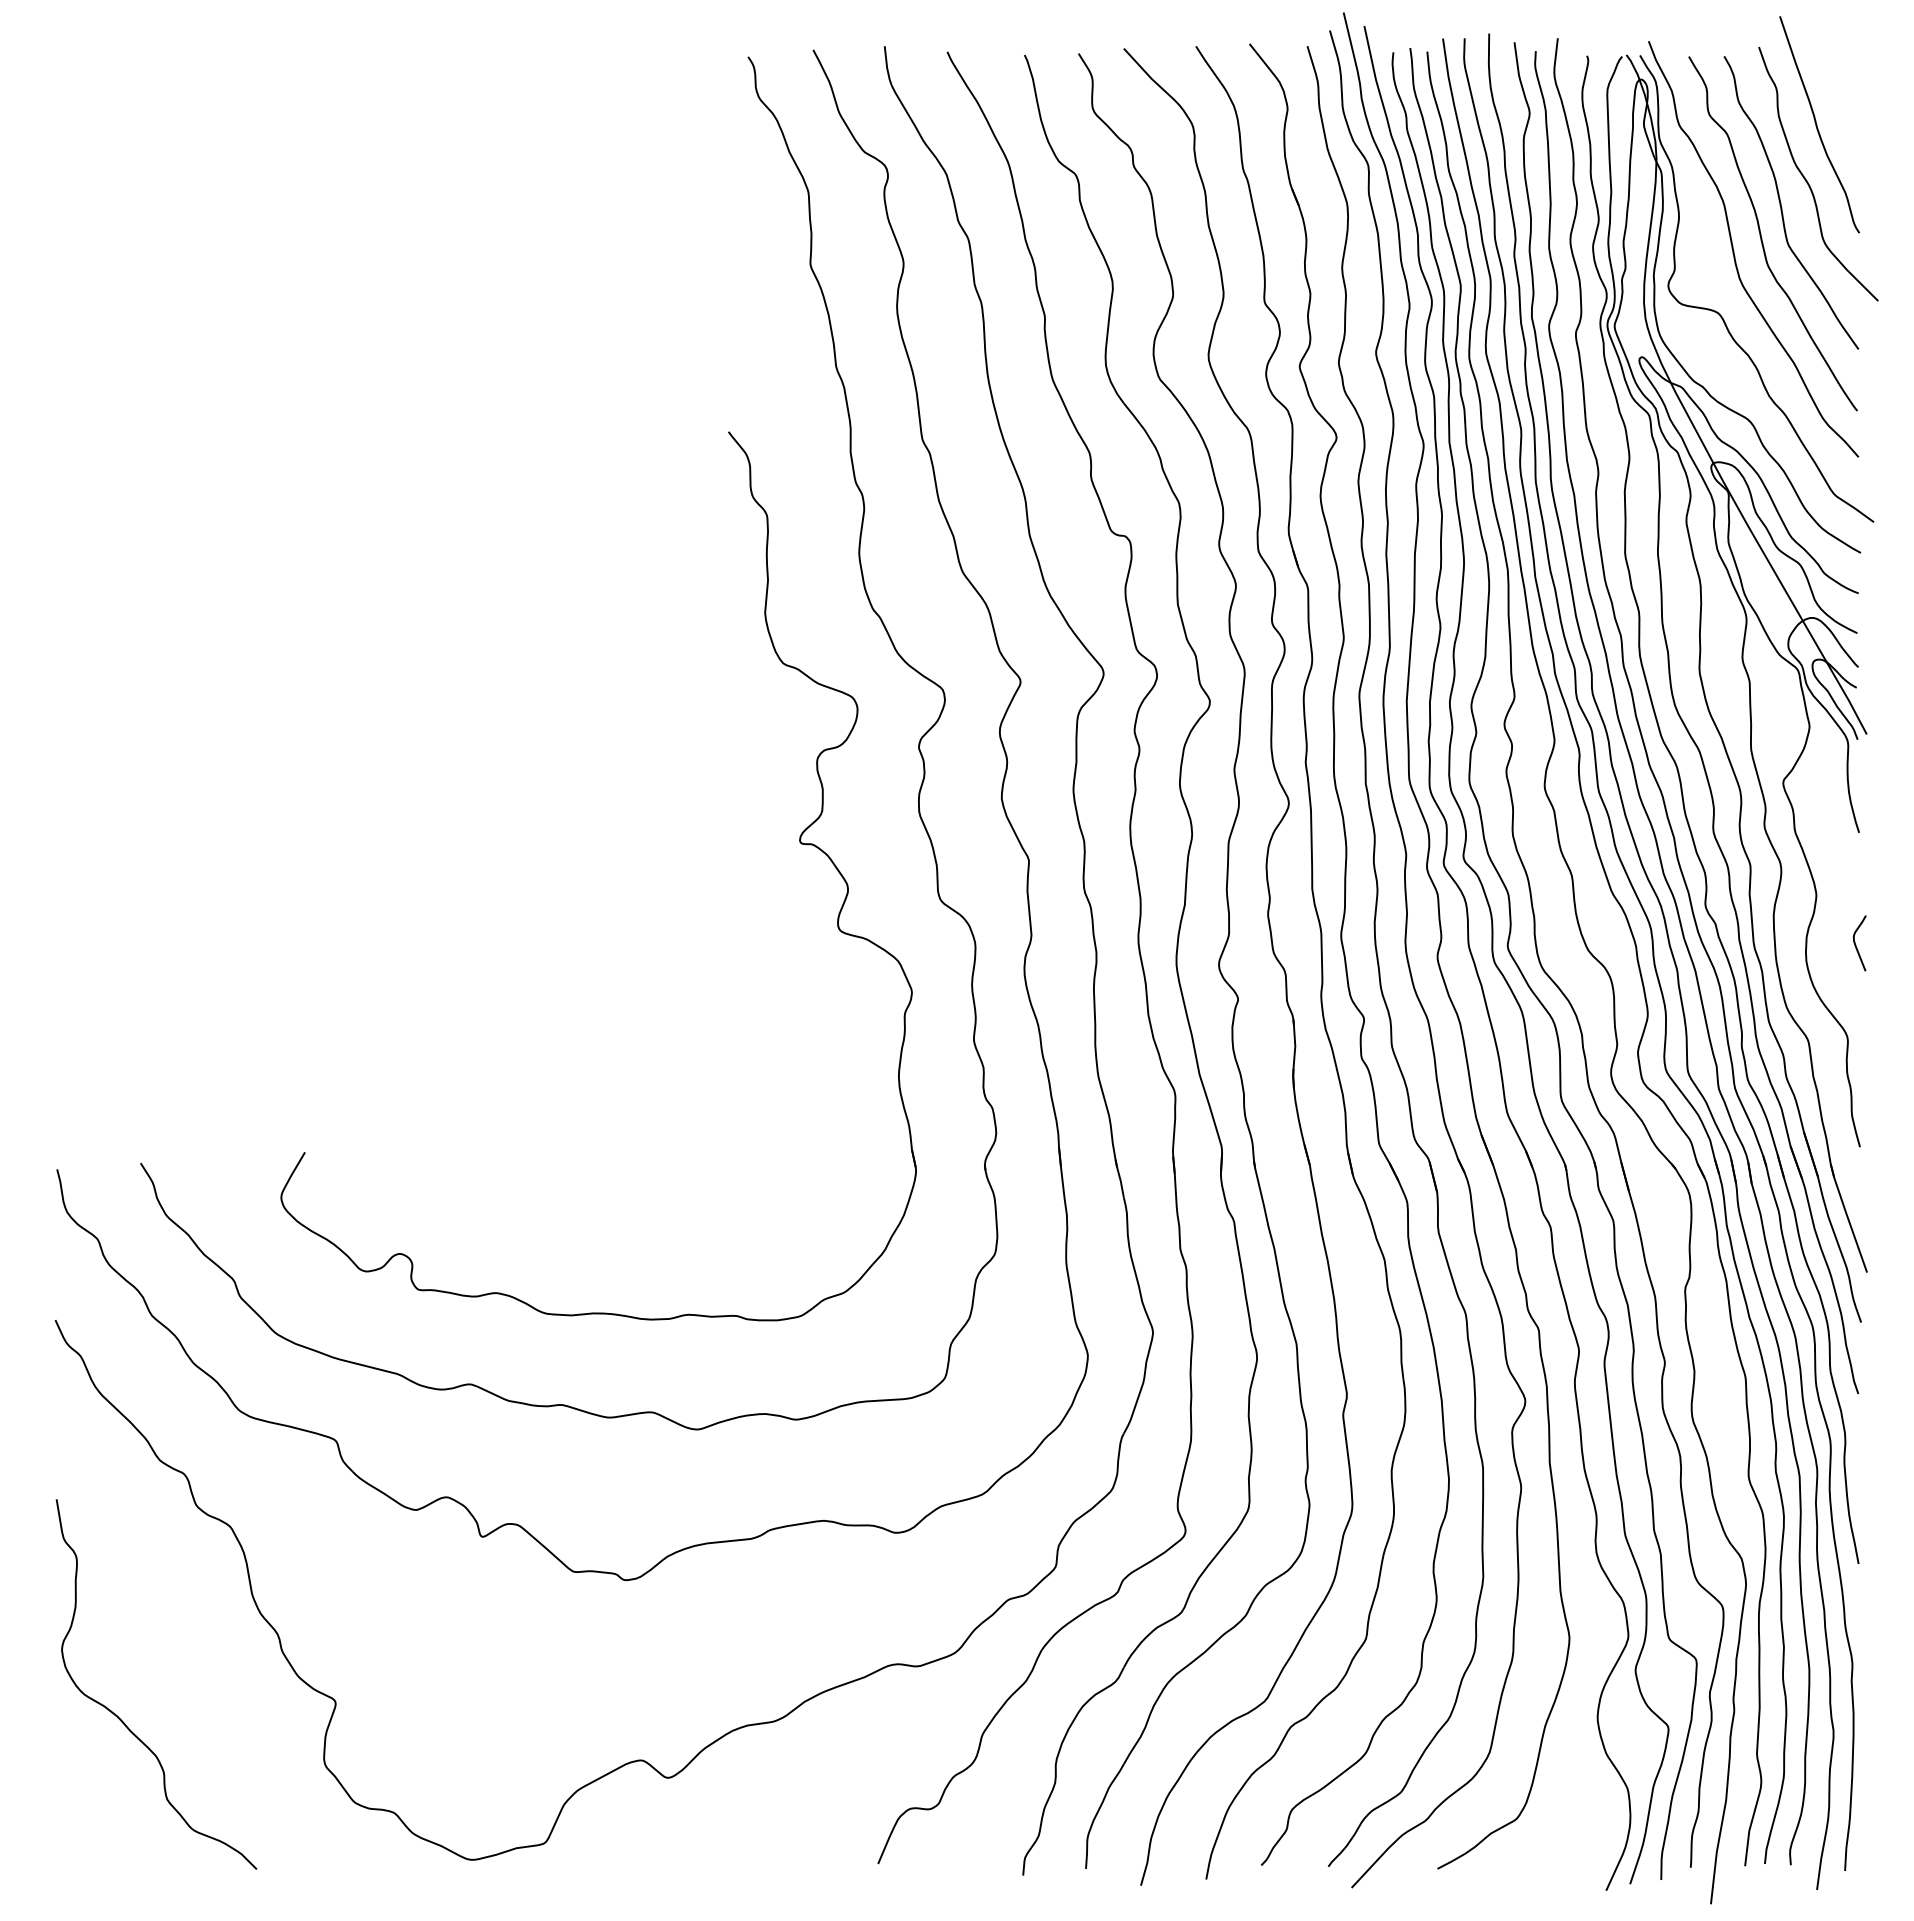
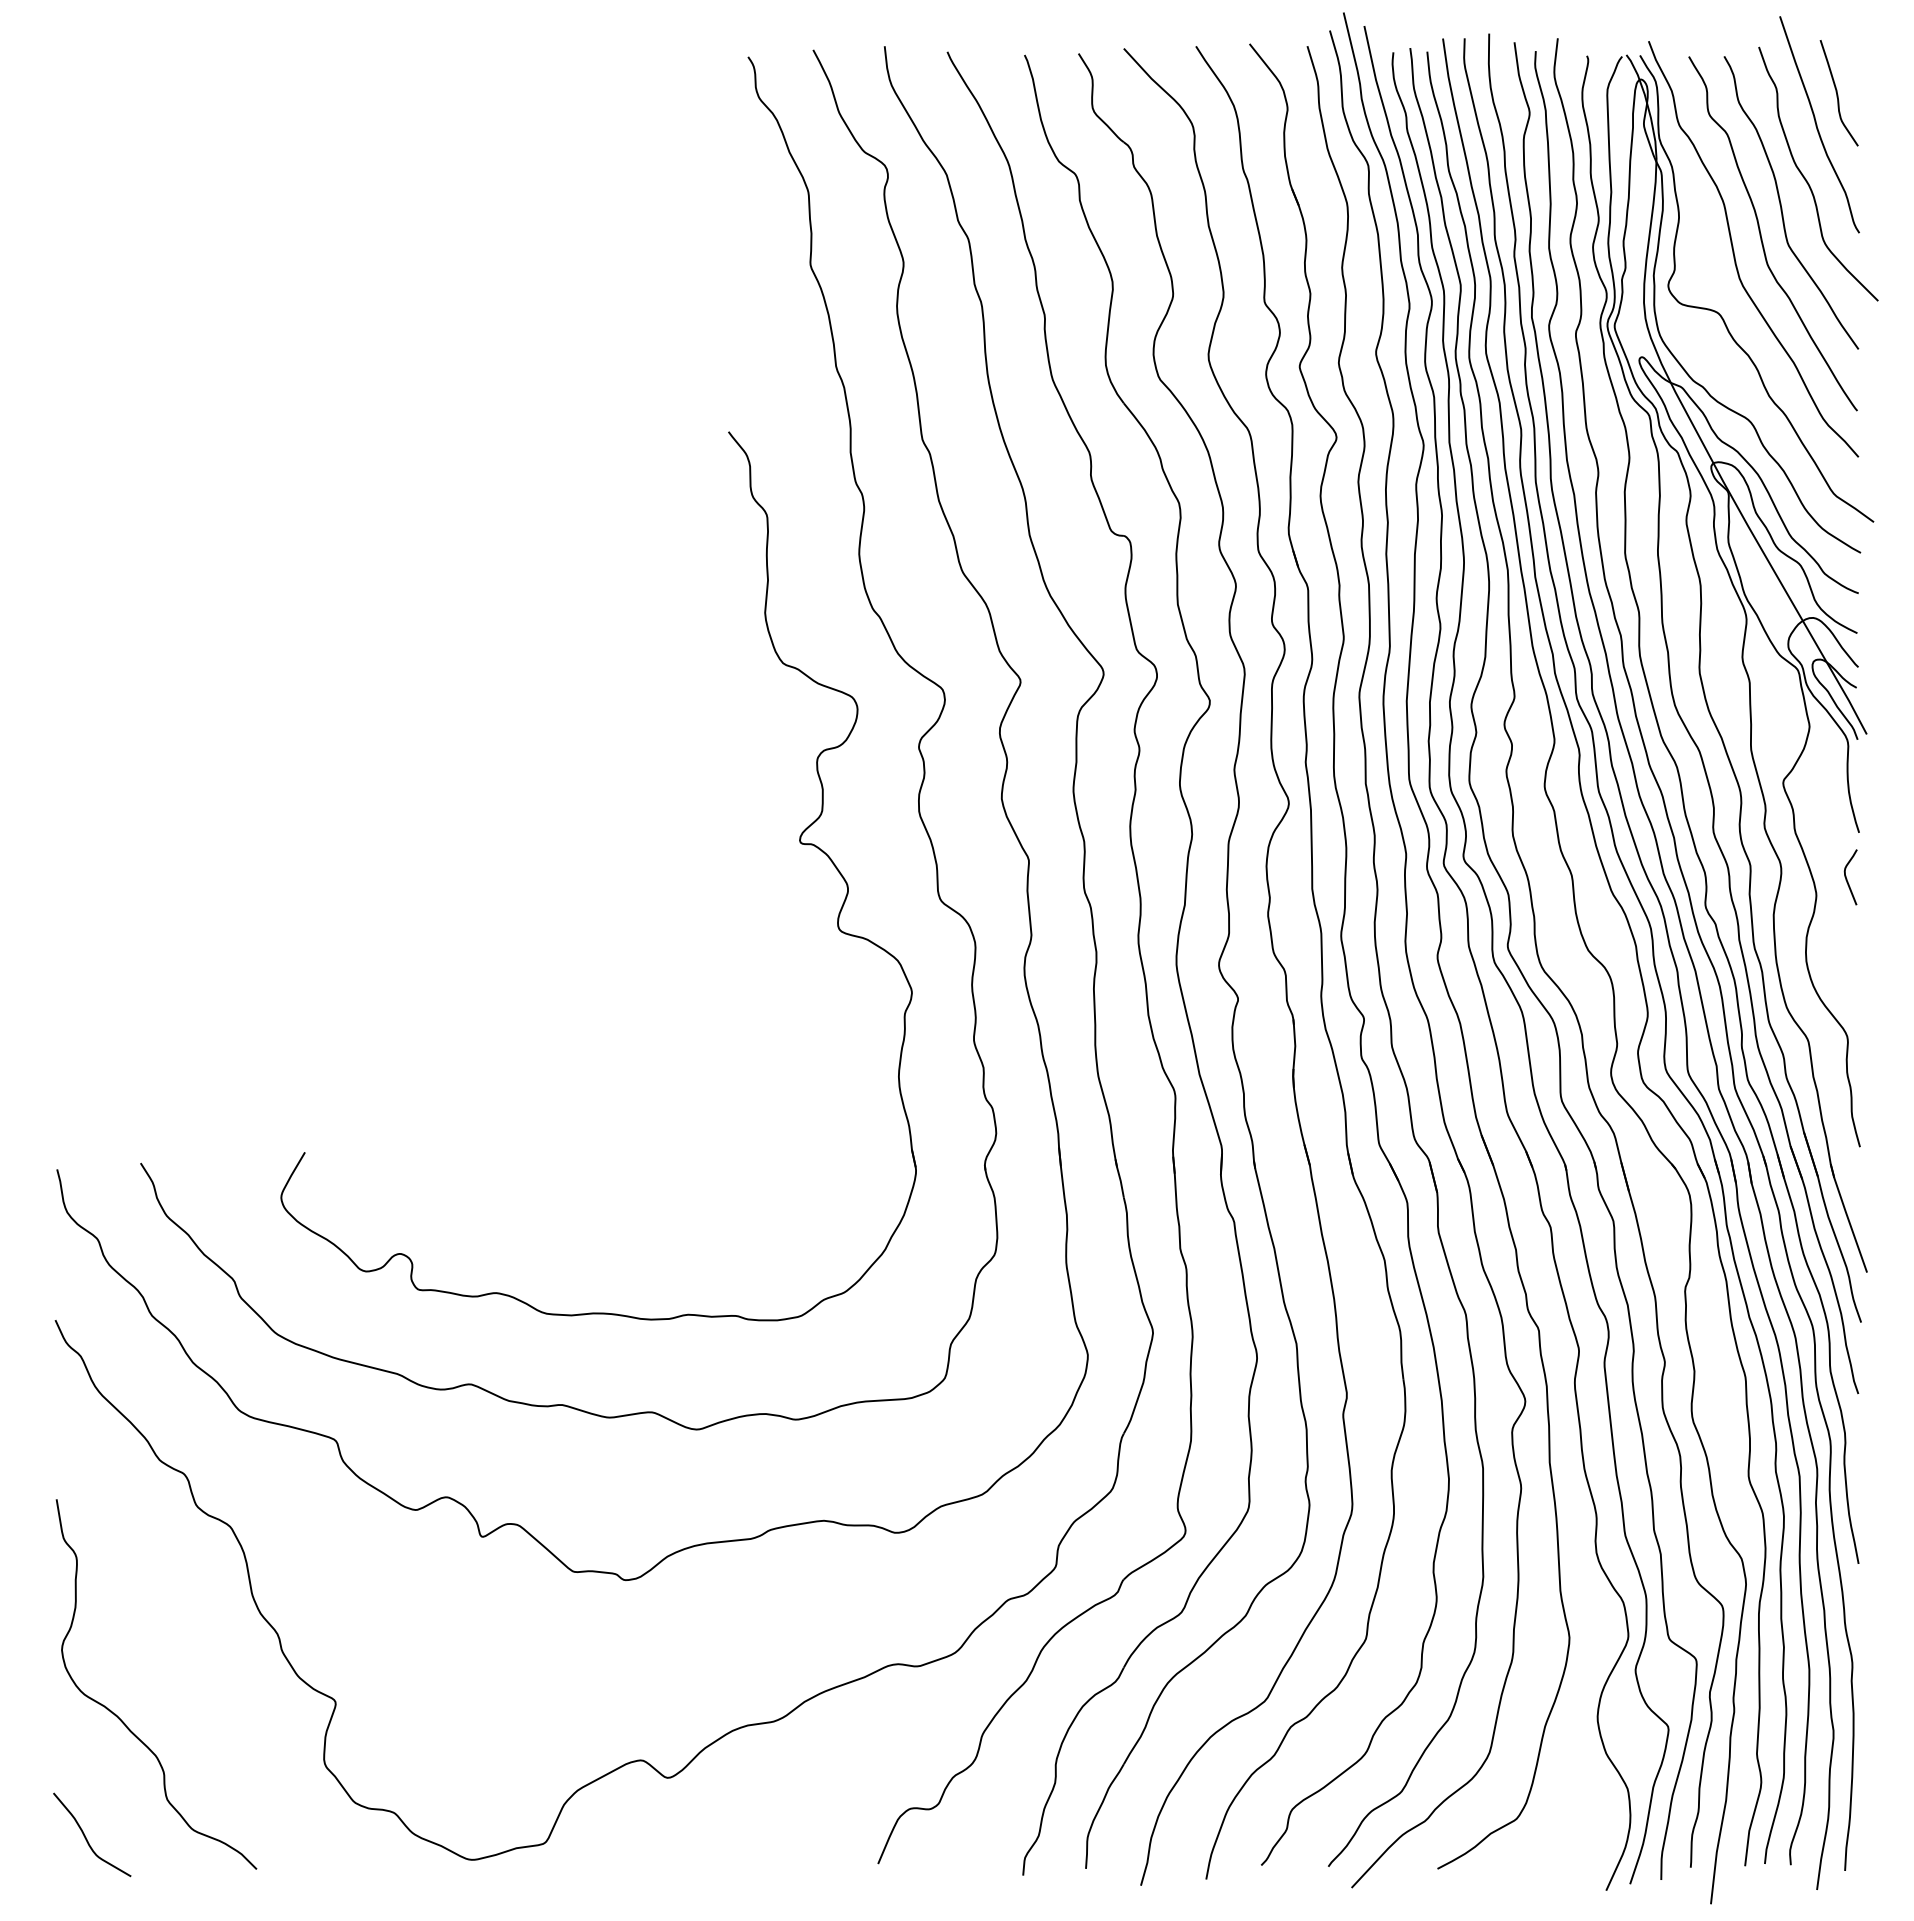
curve at (1837, 93): none -> present
curve at (1856, 944) position: (1856, 944) -> (1847, 878)
curve at (86, 1837): none -> present
